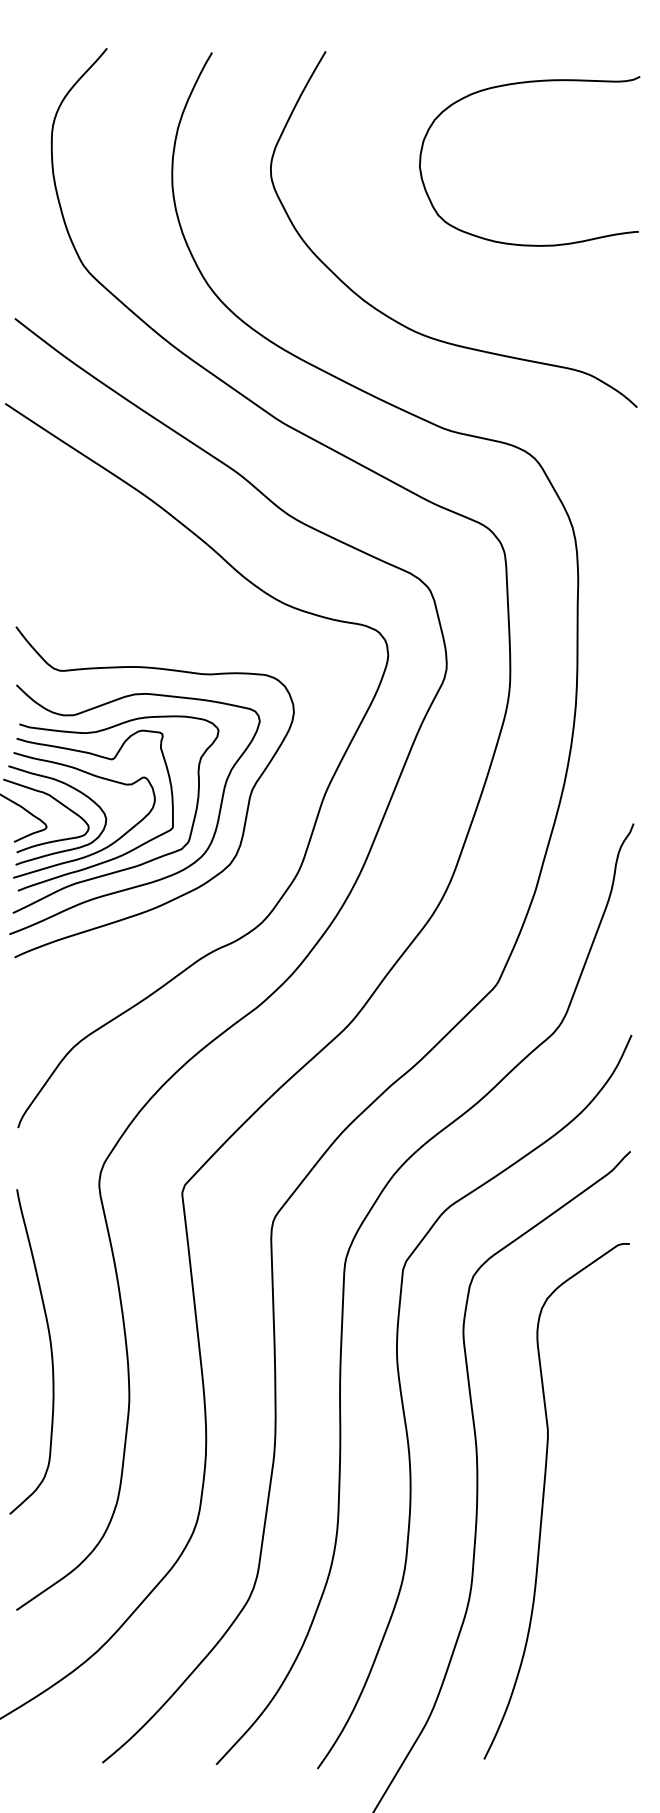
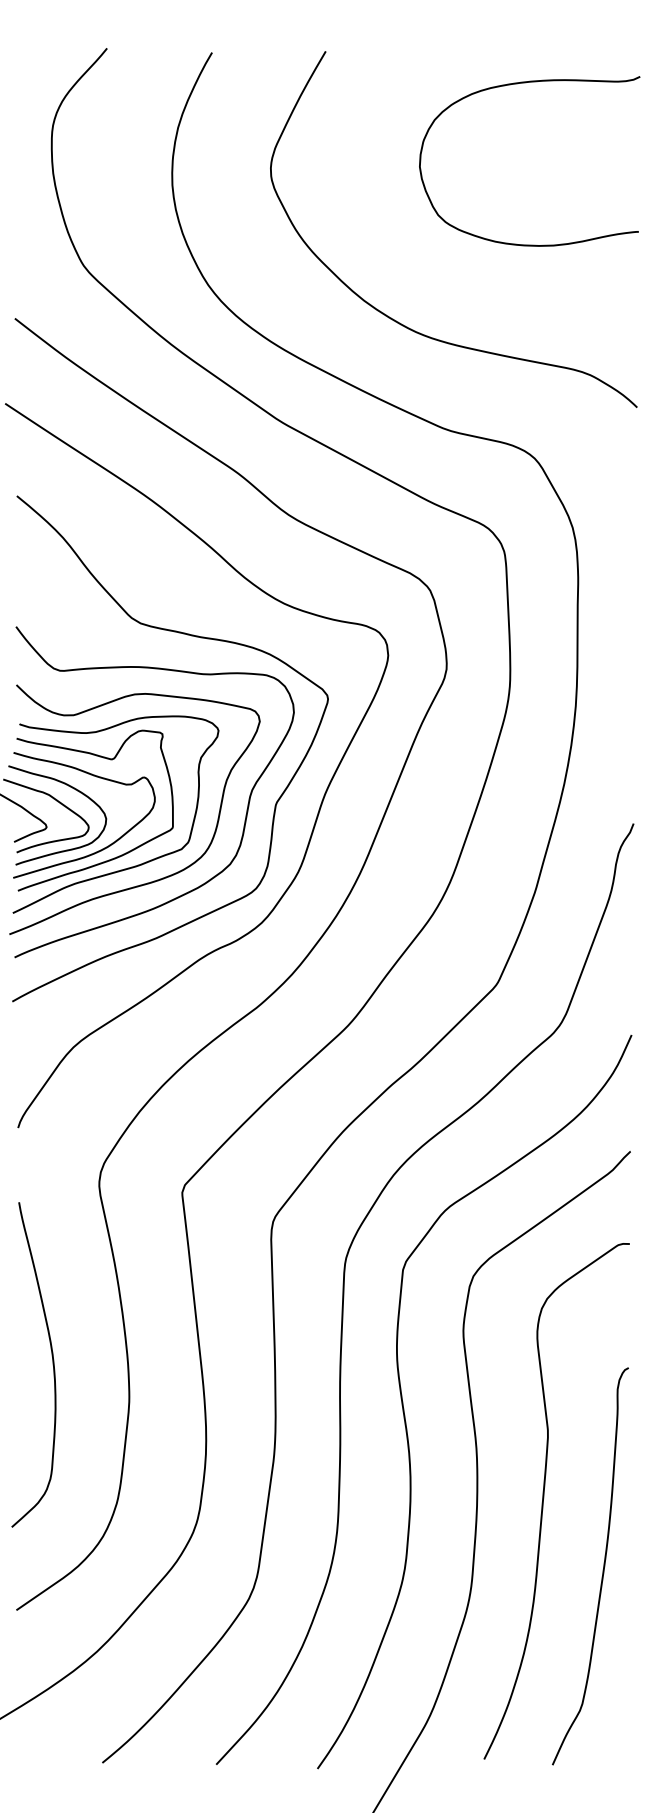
curve at (191, 636): none -> present
curve at (50, 1351) position: (50, 1351) -> (52, 1364)
curve at (602, 1569): none -> present
